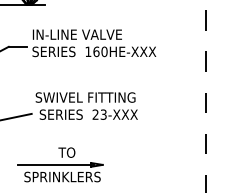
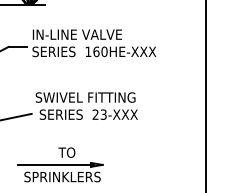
line at (205, 96): dashed -> solid
